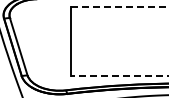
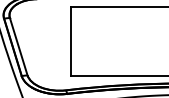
line at (119, 7): dashed -> solid
line at (119, 76): dashed -> solid
